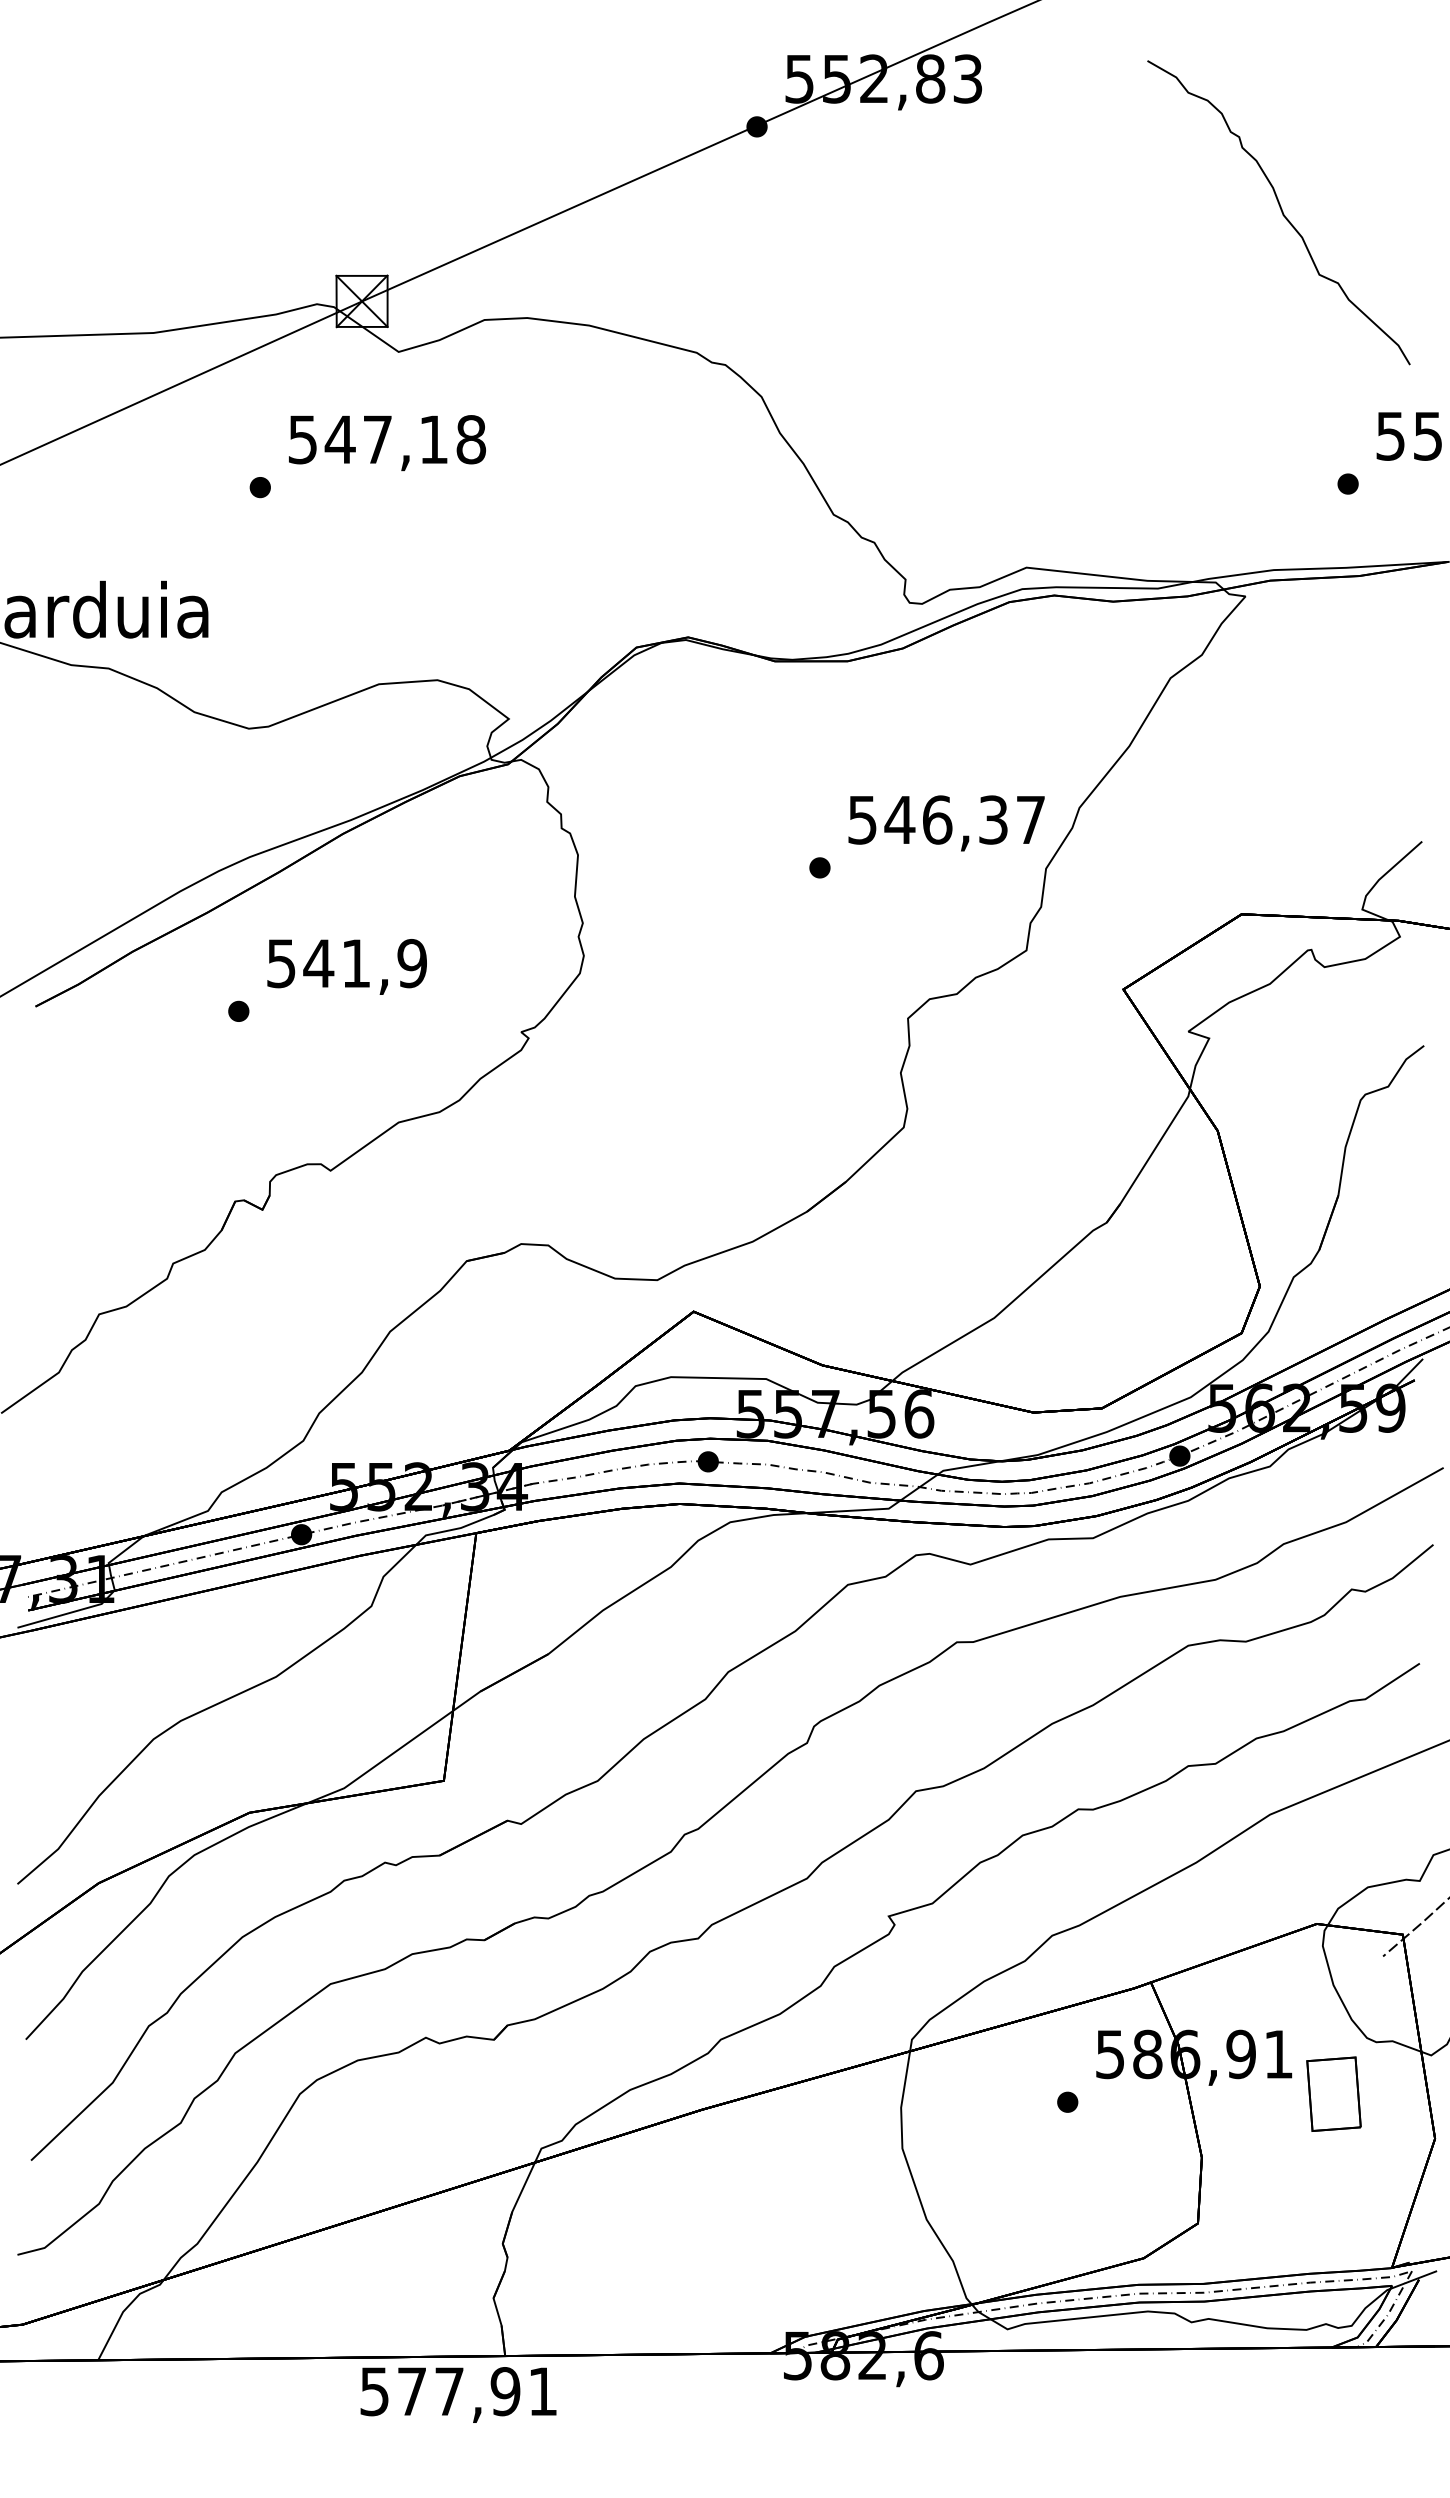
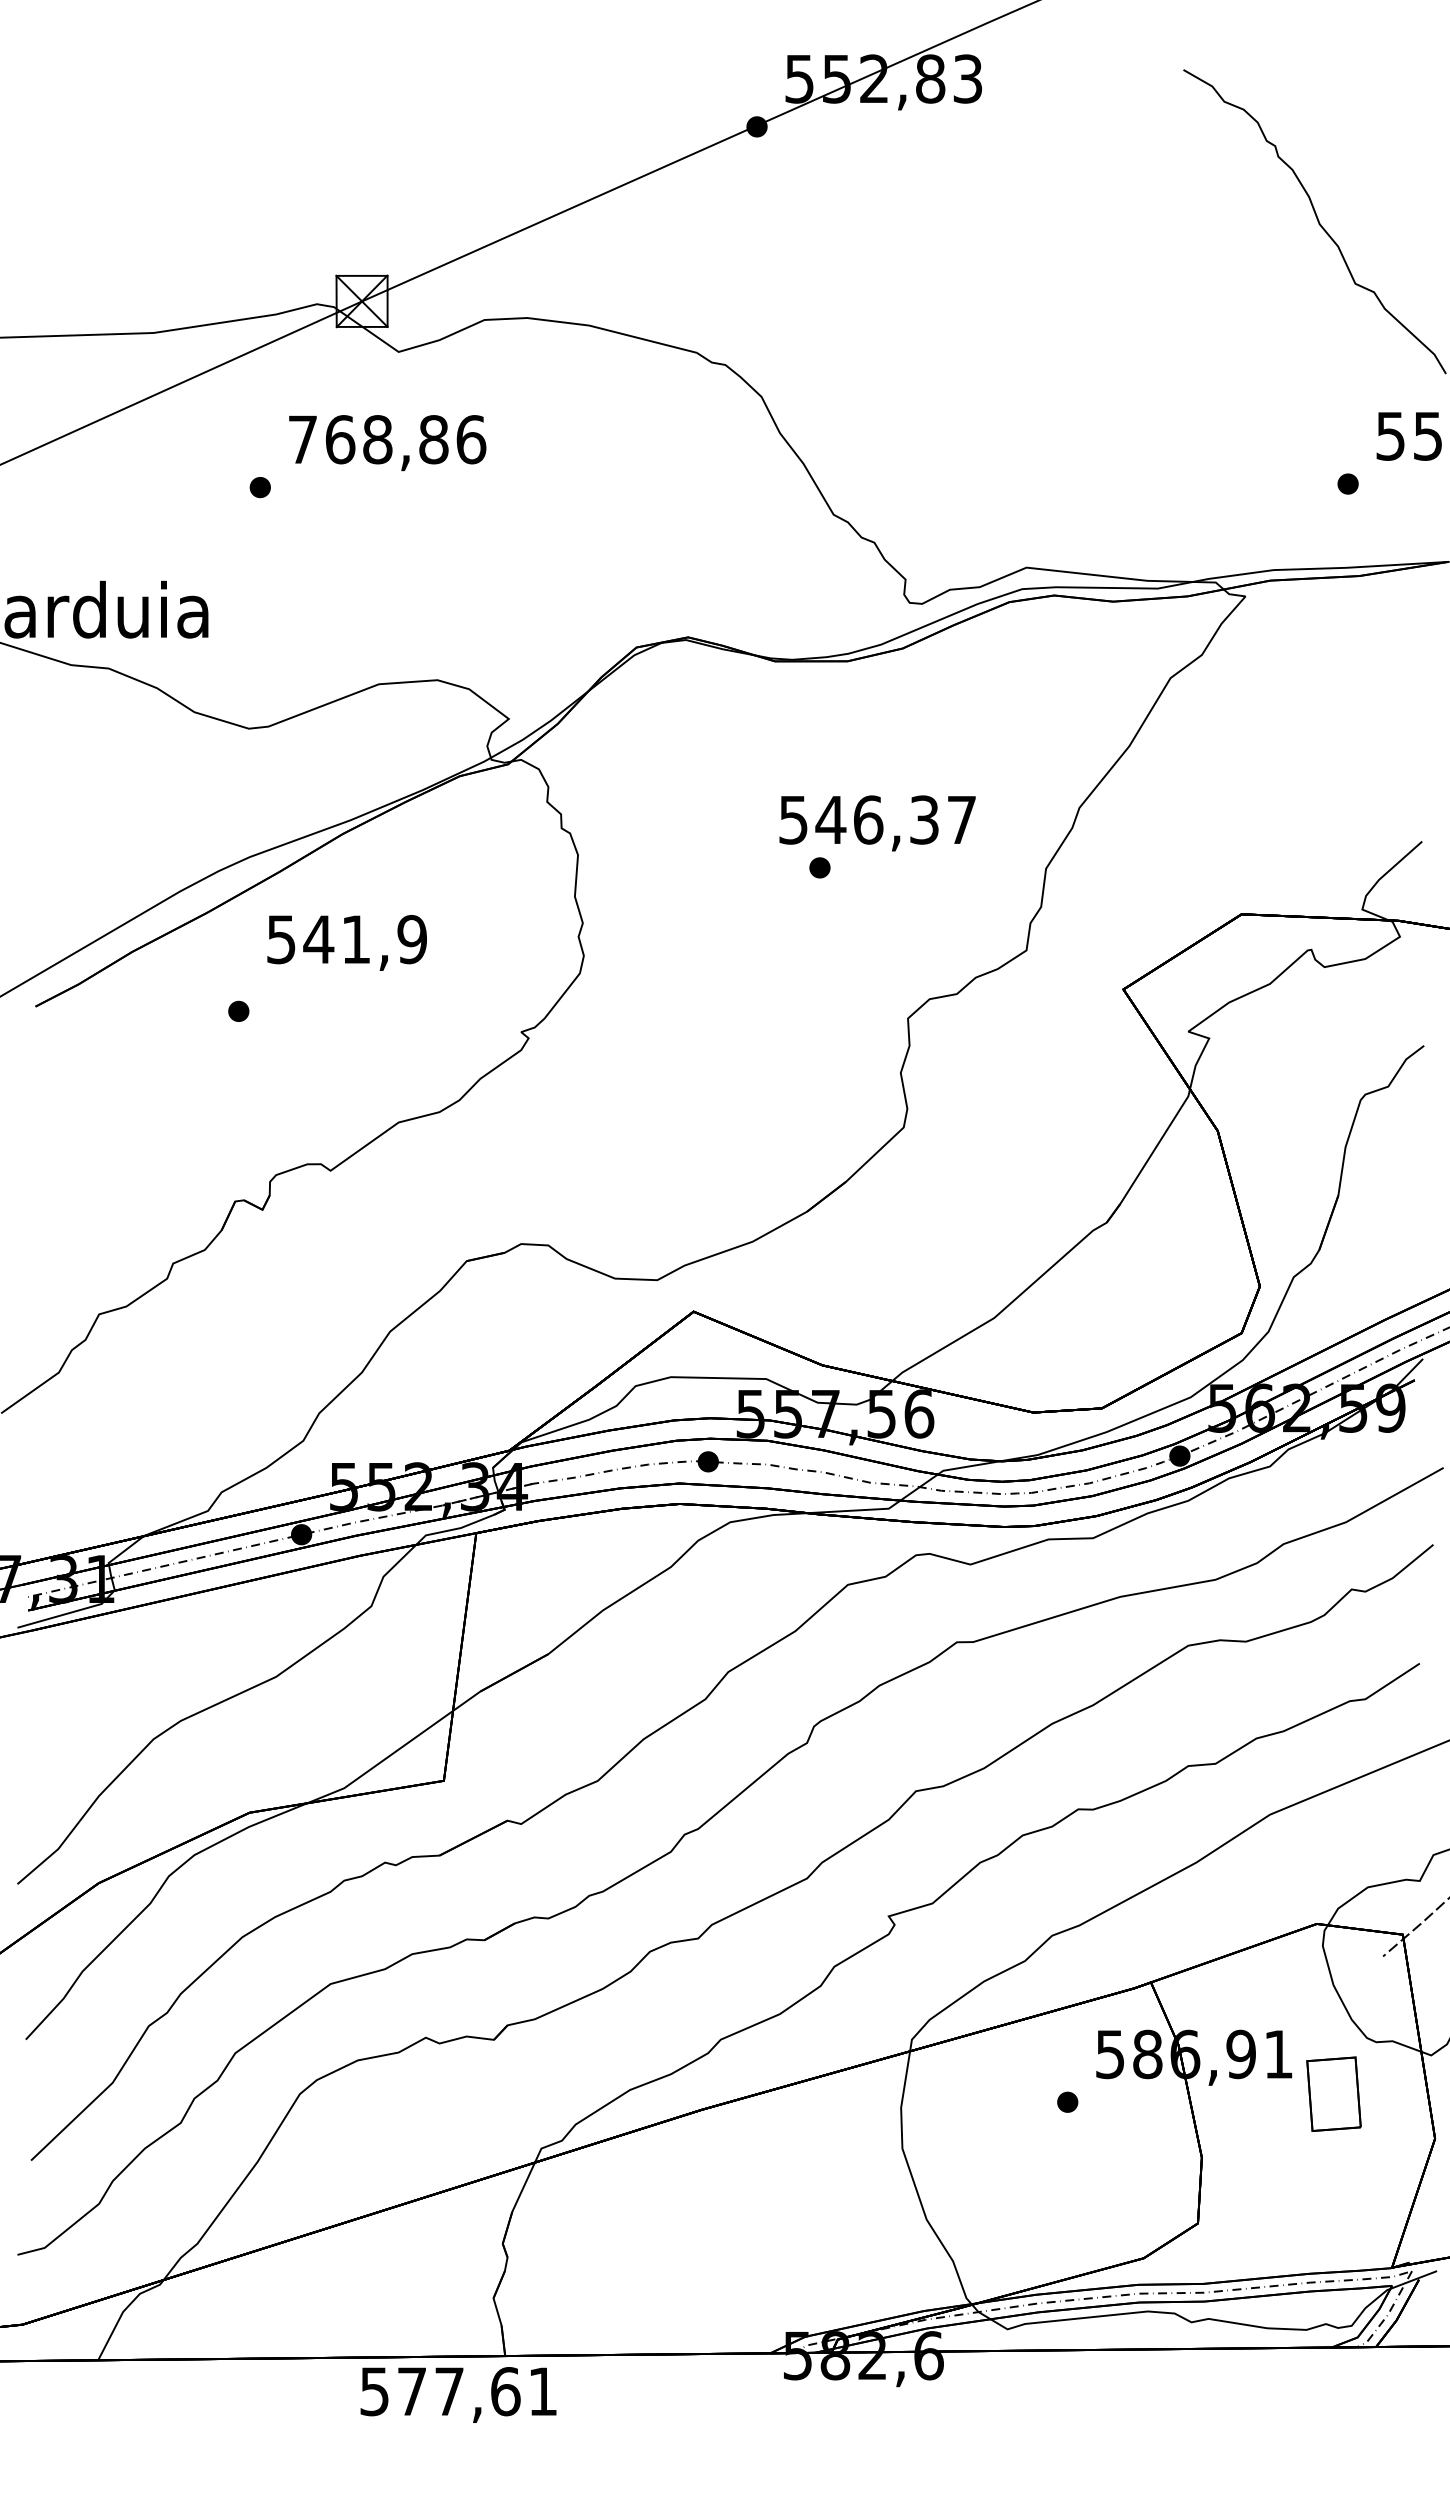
curve at (1280, 210) position: (1280, 210) -> (1316, 219)
text at (387, 439): 547,18 -> 768,86
text at (946, 823) position: (946, 823) -> (877, 823)
text at (346, 966) position: (346, 966) -> (346, 942)
text at (505, 2391): 577,91 -> 577,61
